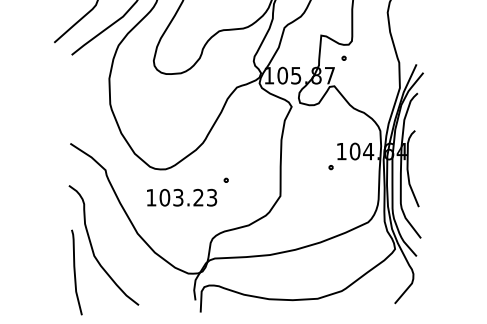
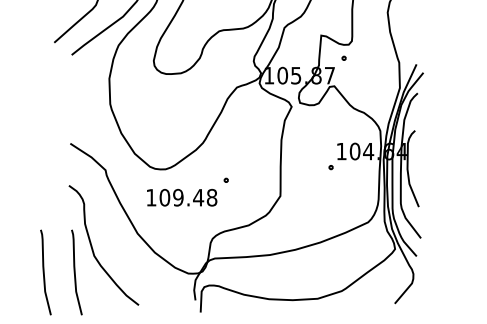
text at (195, 197): 103.23 -> 109.48
curve at (44, 272): none -> present
